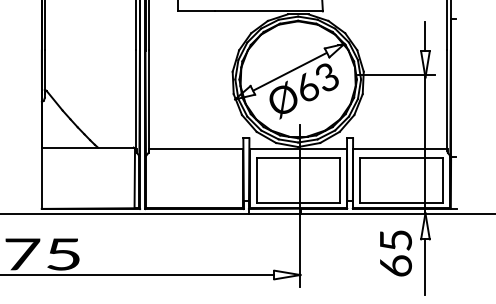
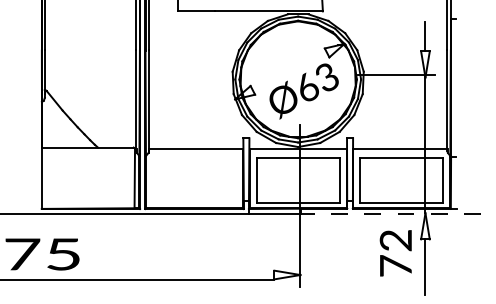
line at (289, 71): present -> none
line at (397, 214): solid -> dashed
text at (395, 253): 65 -> 72
line at (138, 275) position: (138, 275) -> (138, 280)
